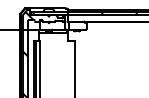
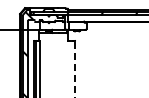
line at (75, 69): solid -> dashed
